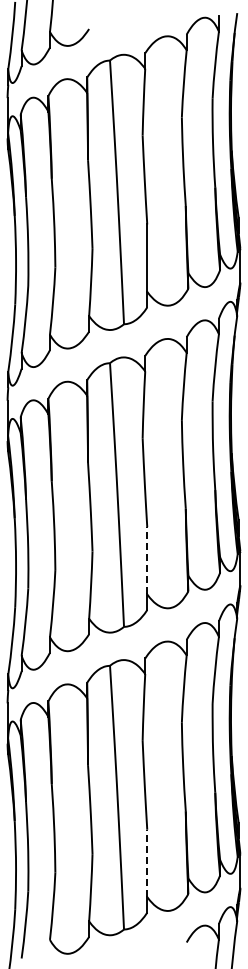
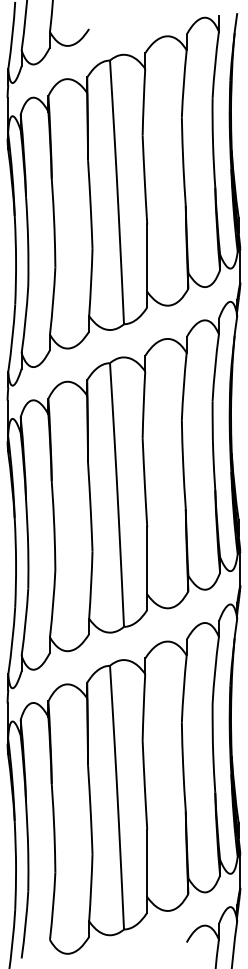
line at (147, 560): dashed -> solid
line at (147, 863): dashed -> solid
